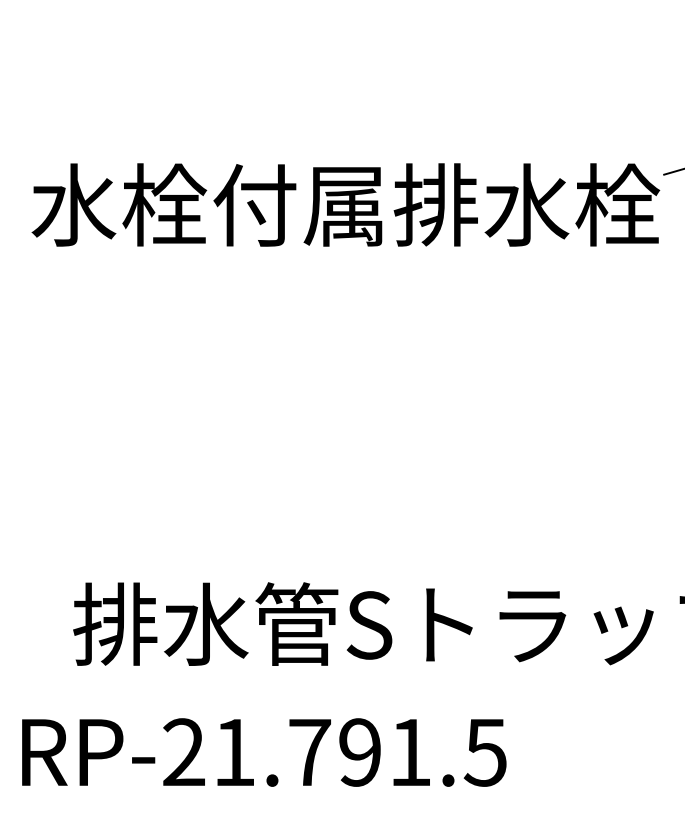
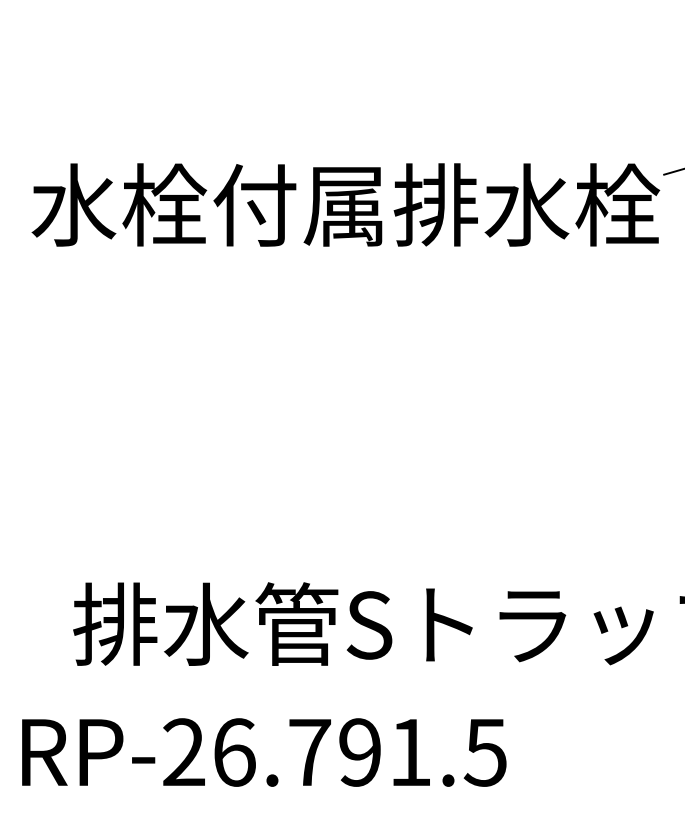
text at (234, 752): RP-21.791.5 -> RP-26.791.5
